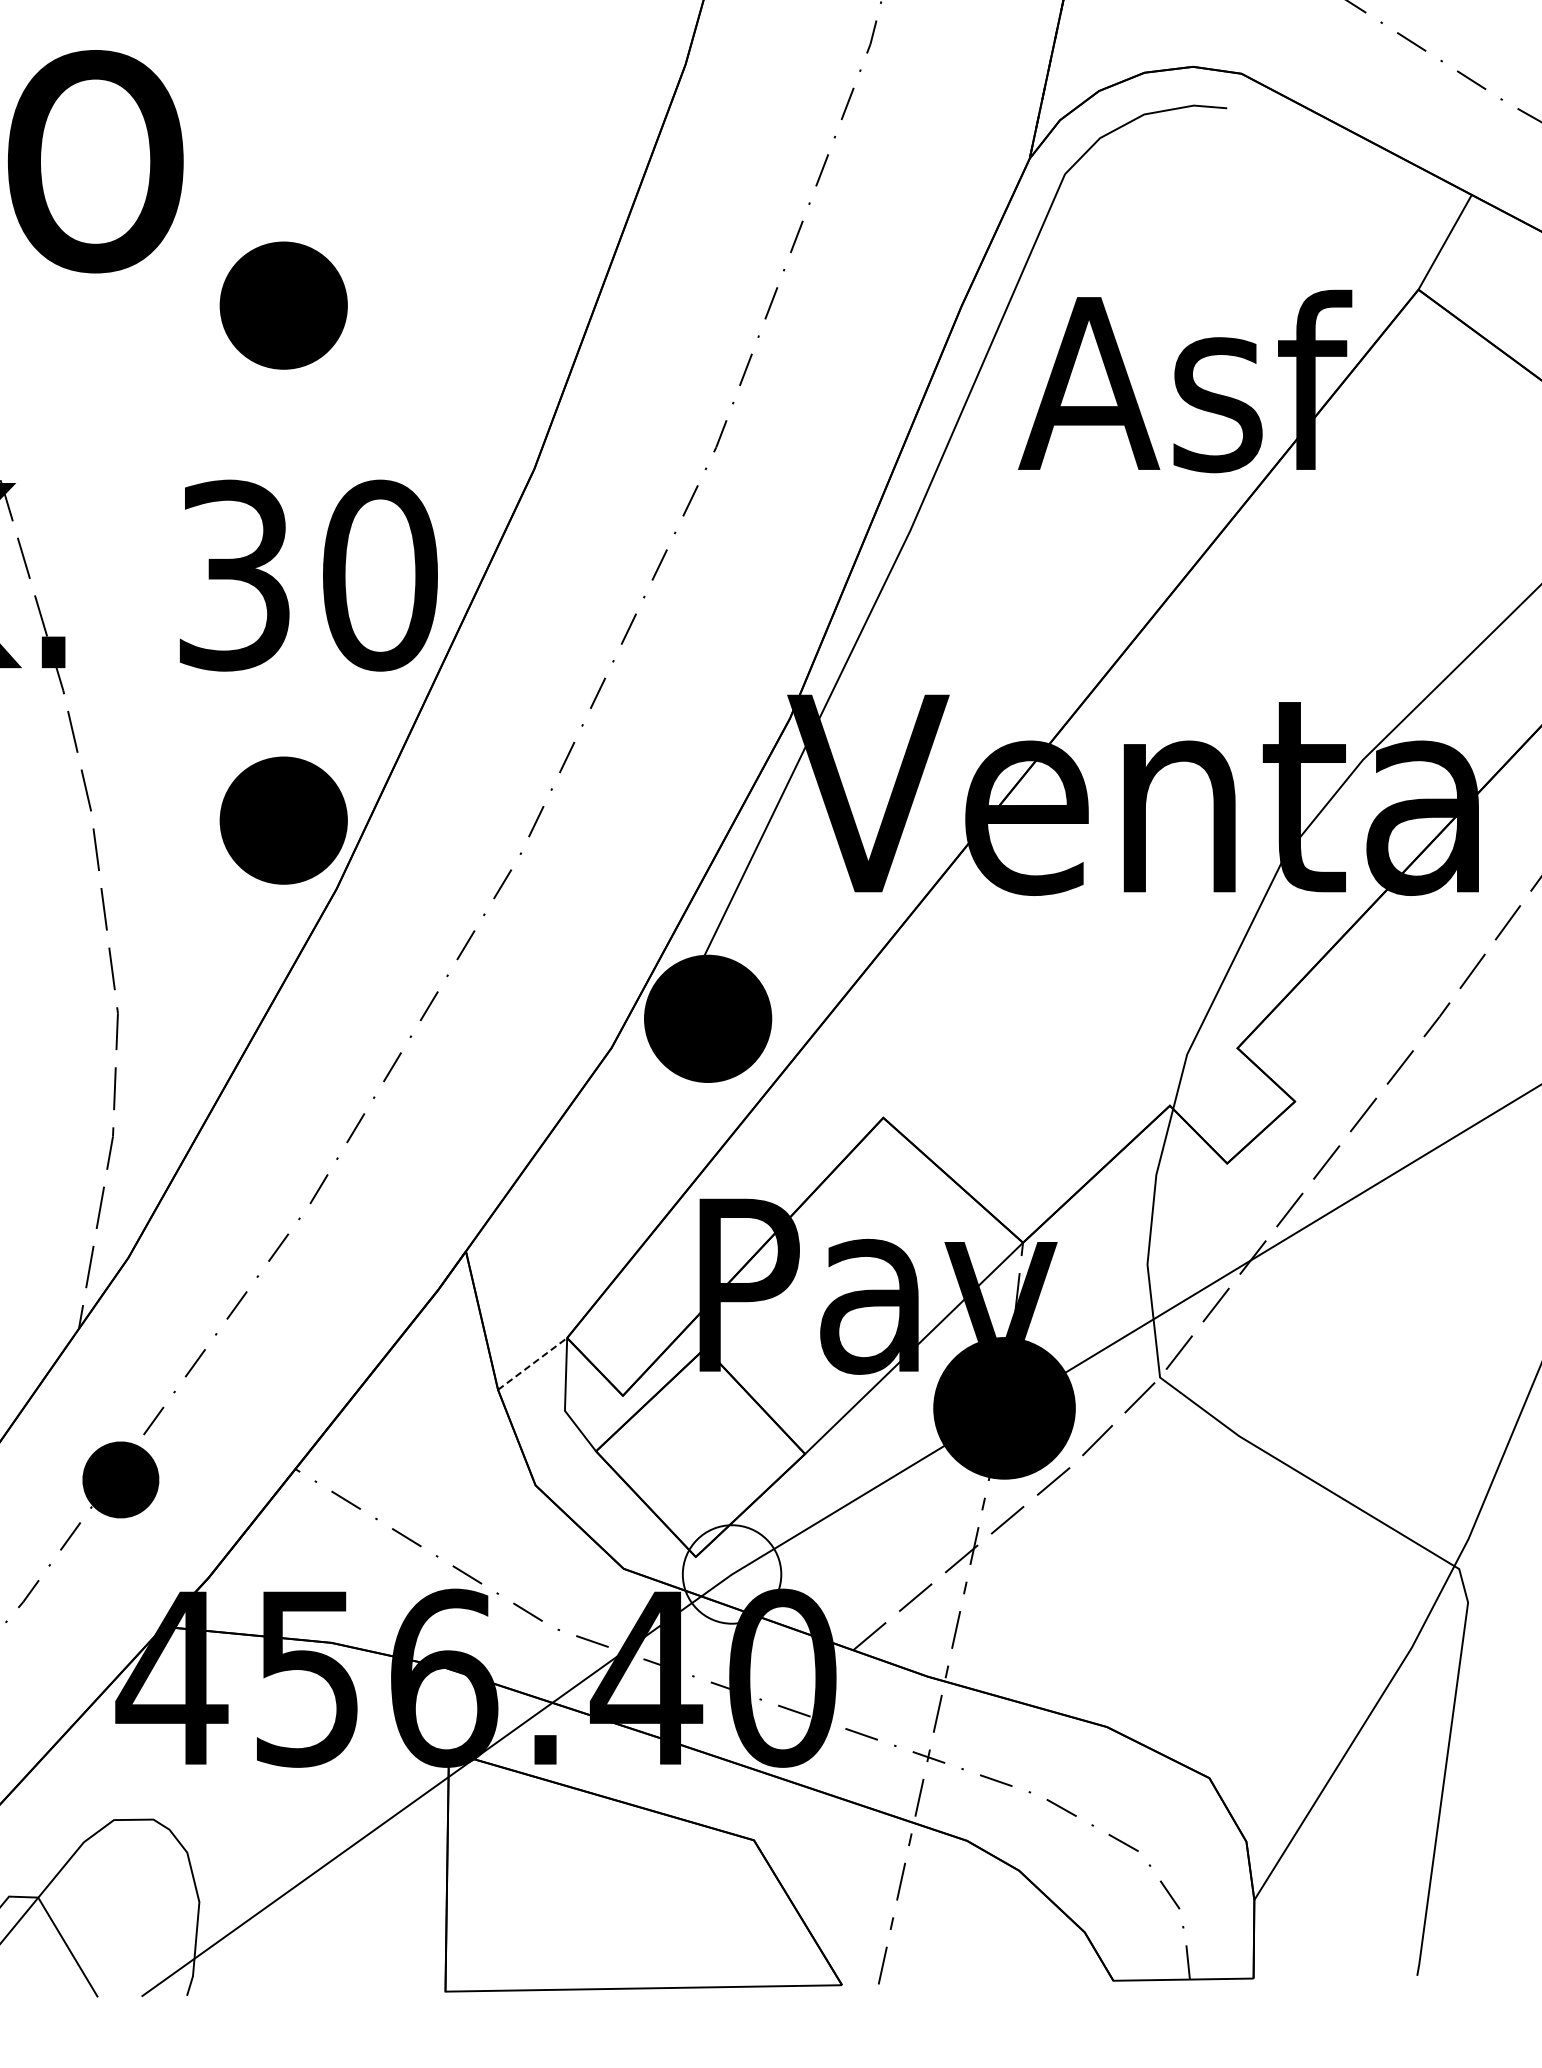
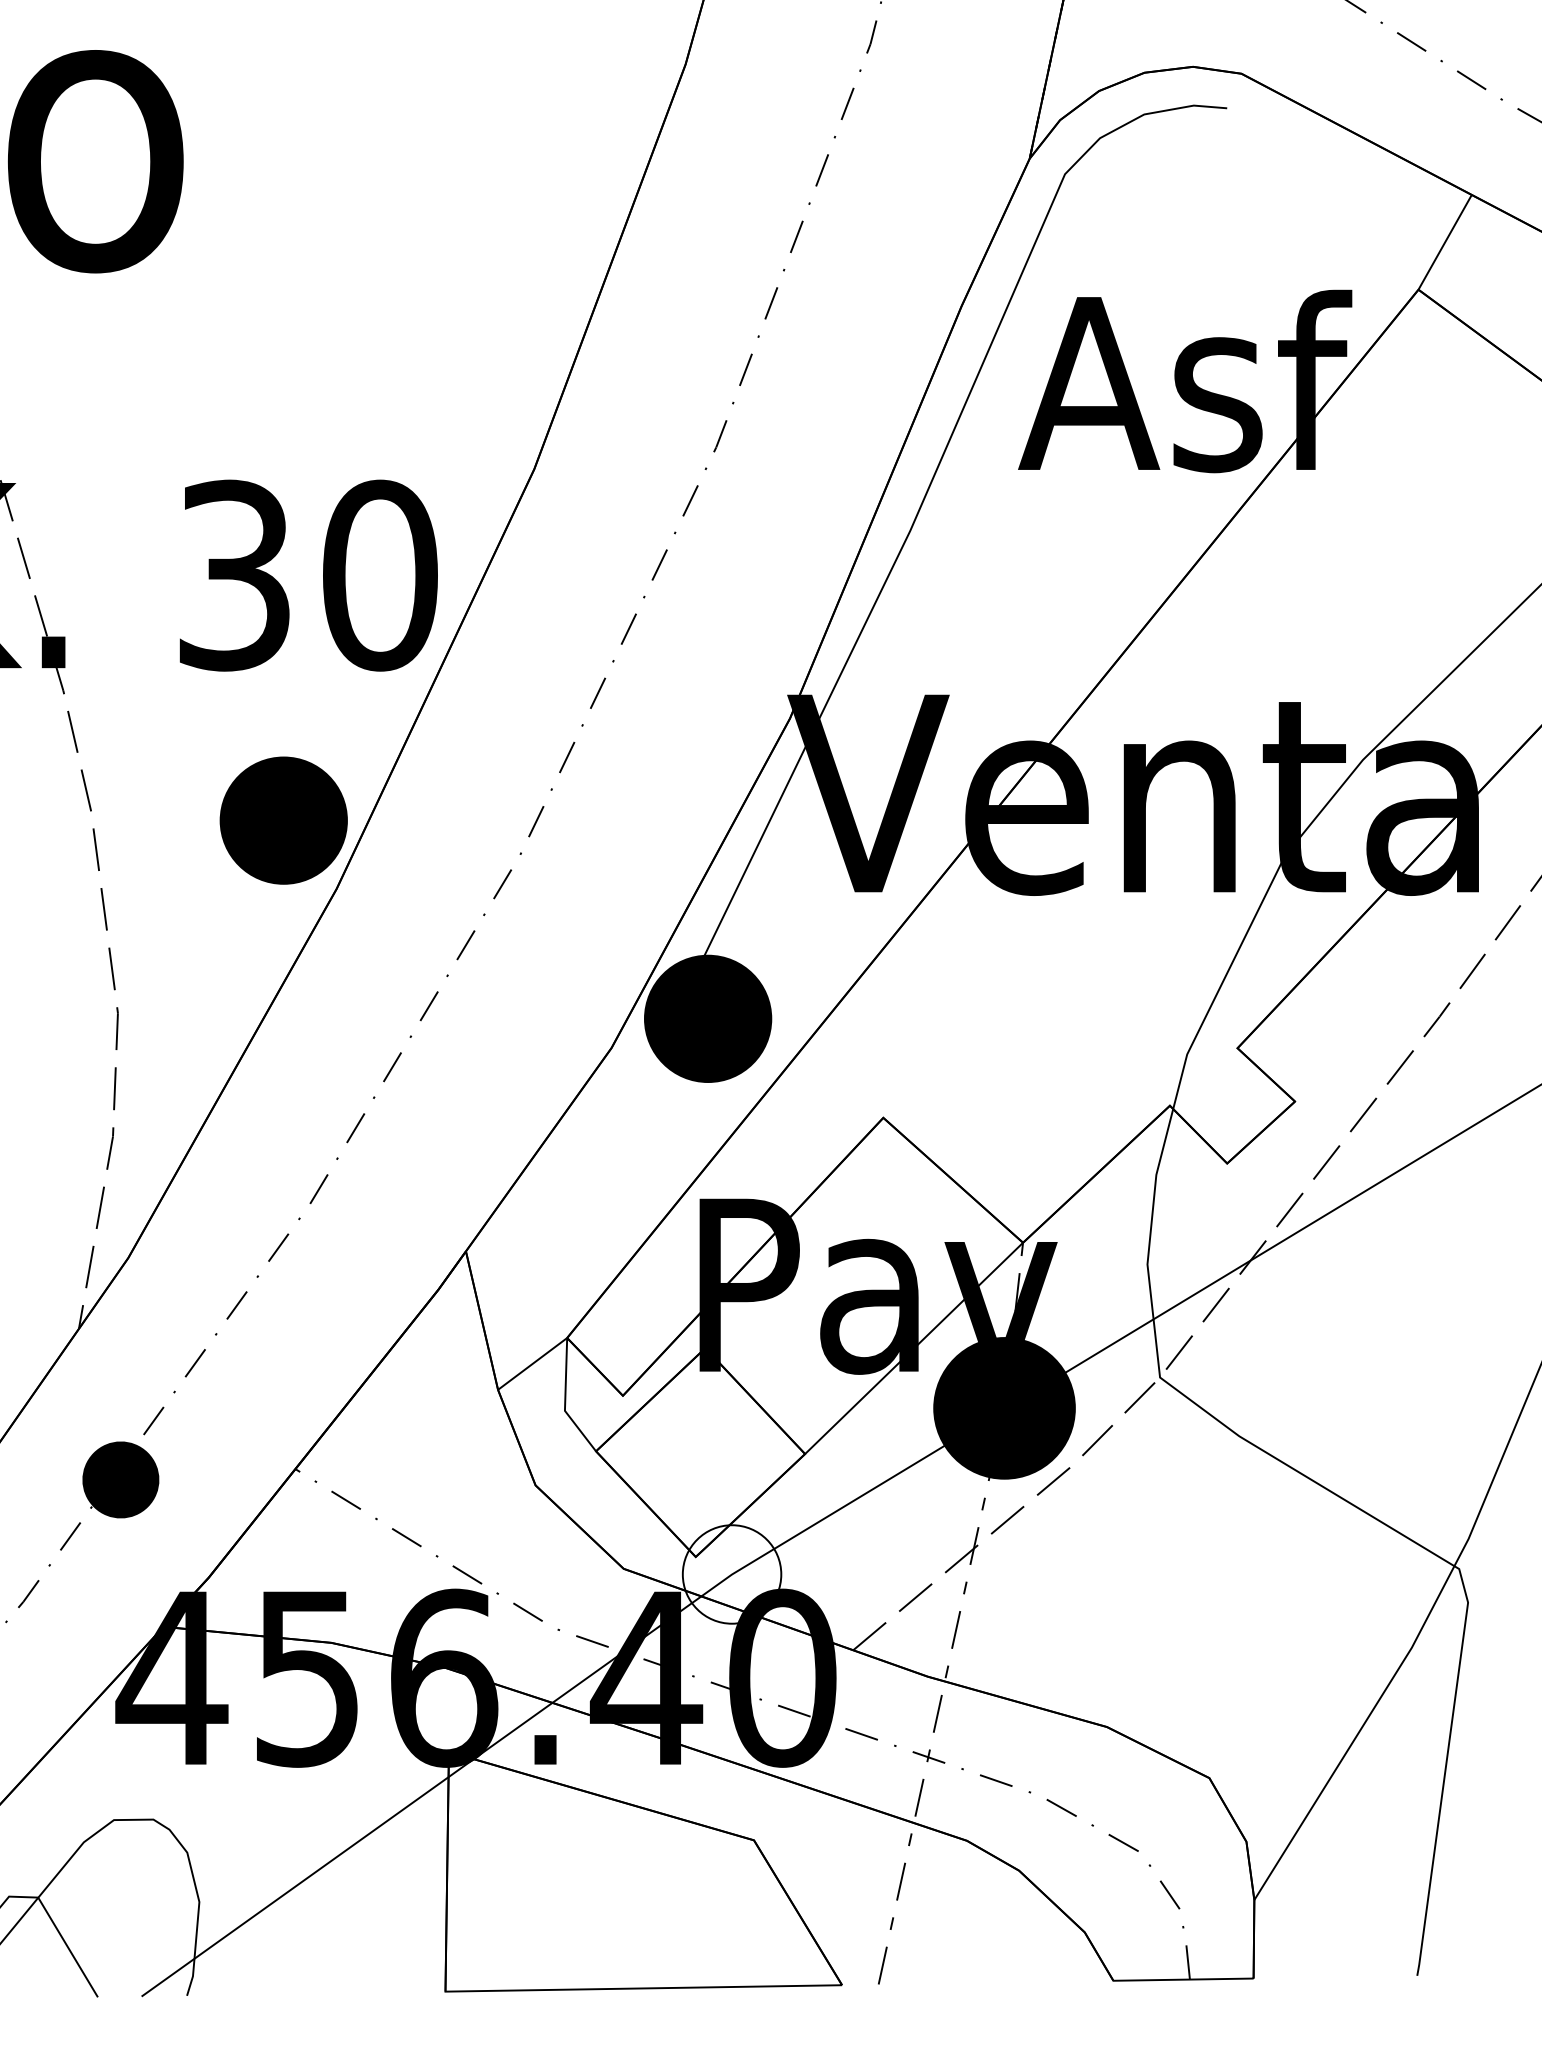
part at (283, 305): present -> none
line at (533, 1363): dashed -> solid
